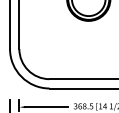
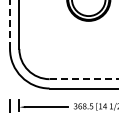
line at (10, 24): solid -> dashed
line at (84, 79): solid -> dashed
